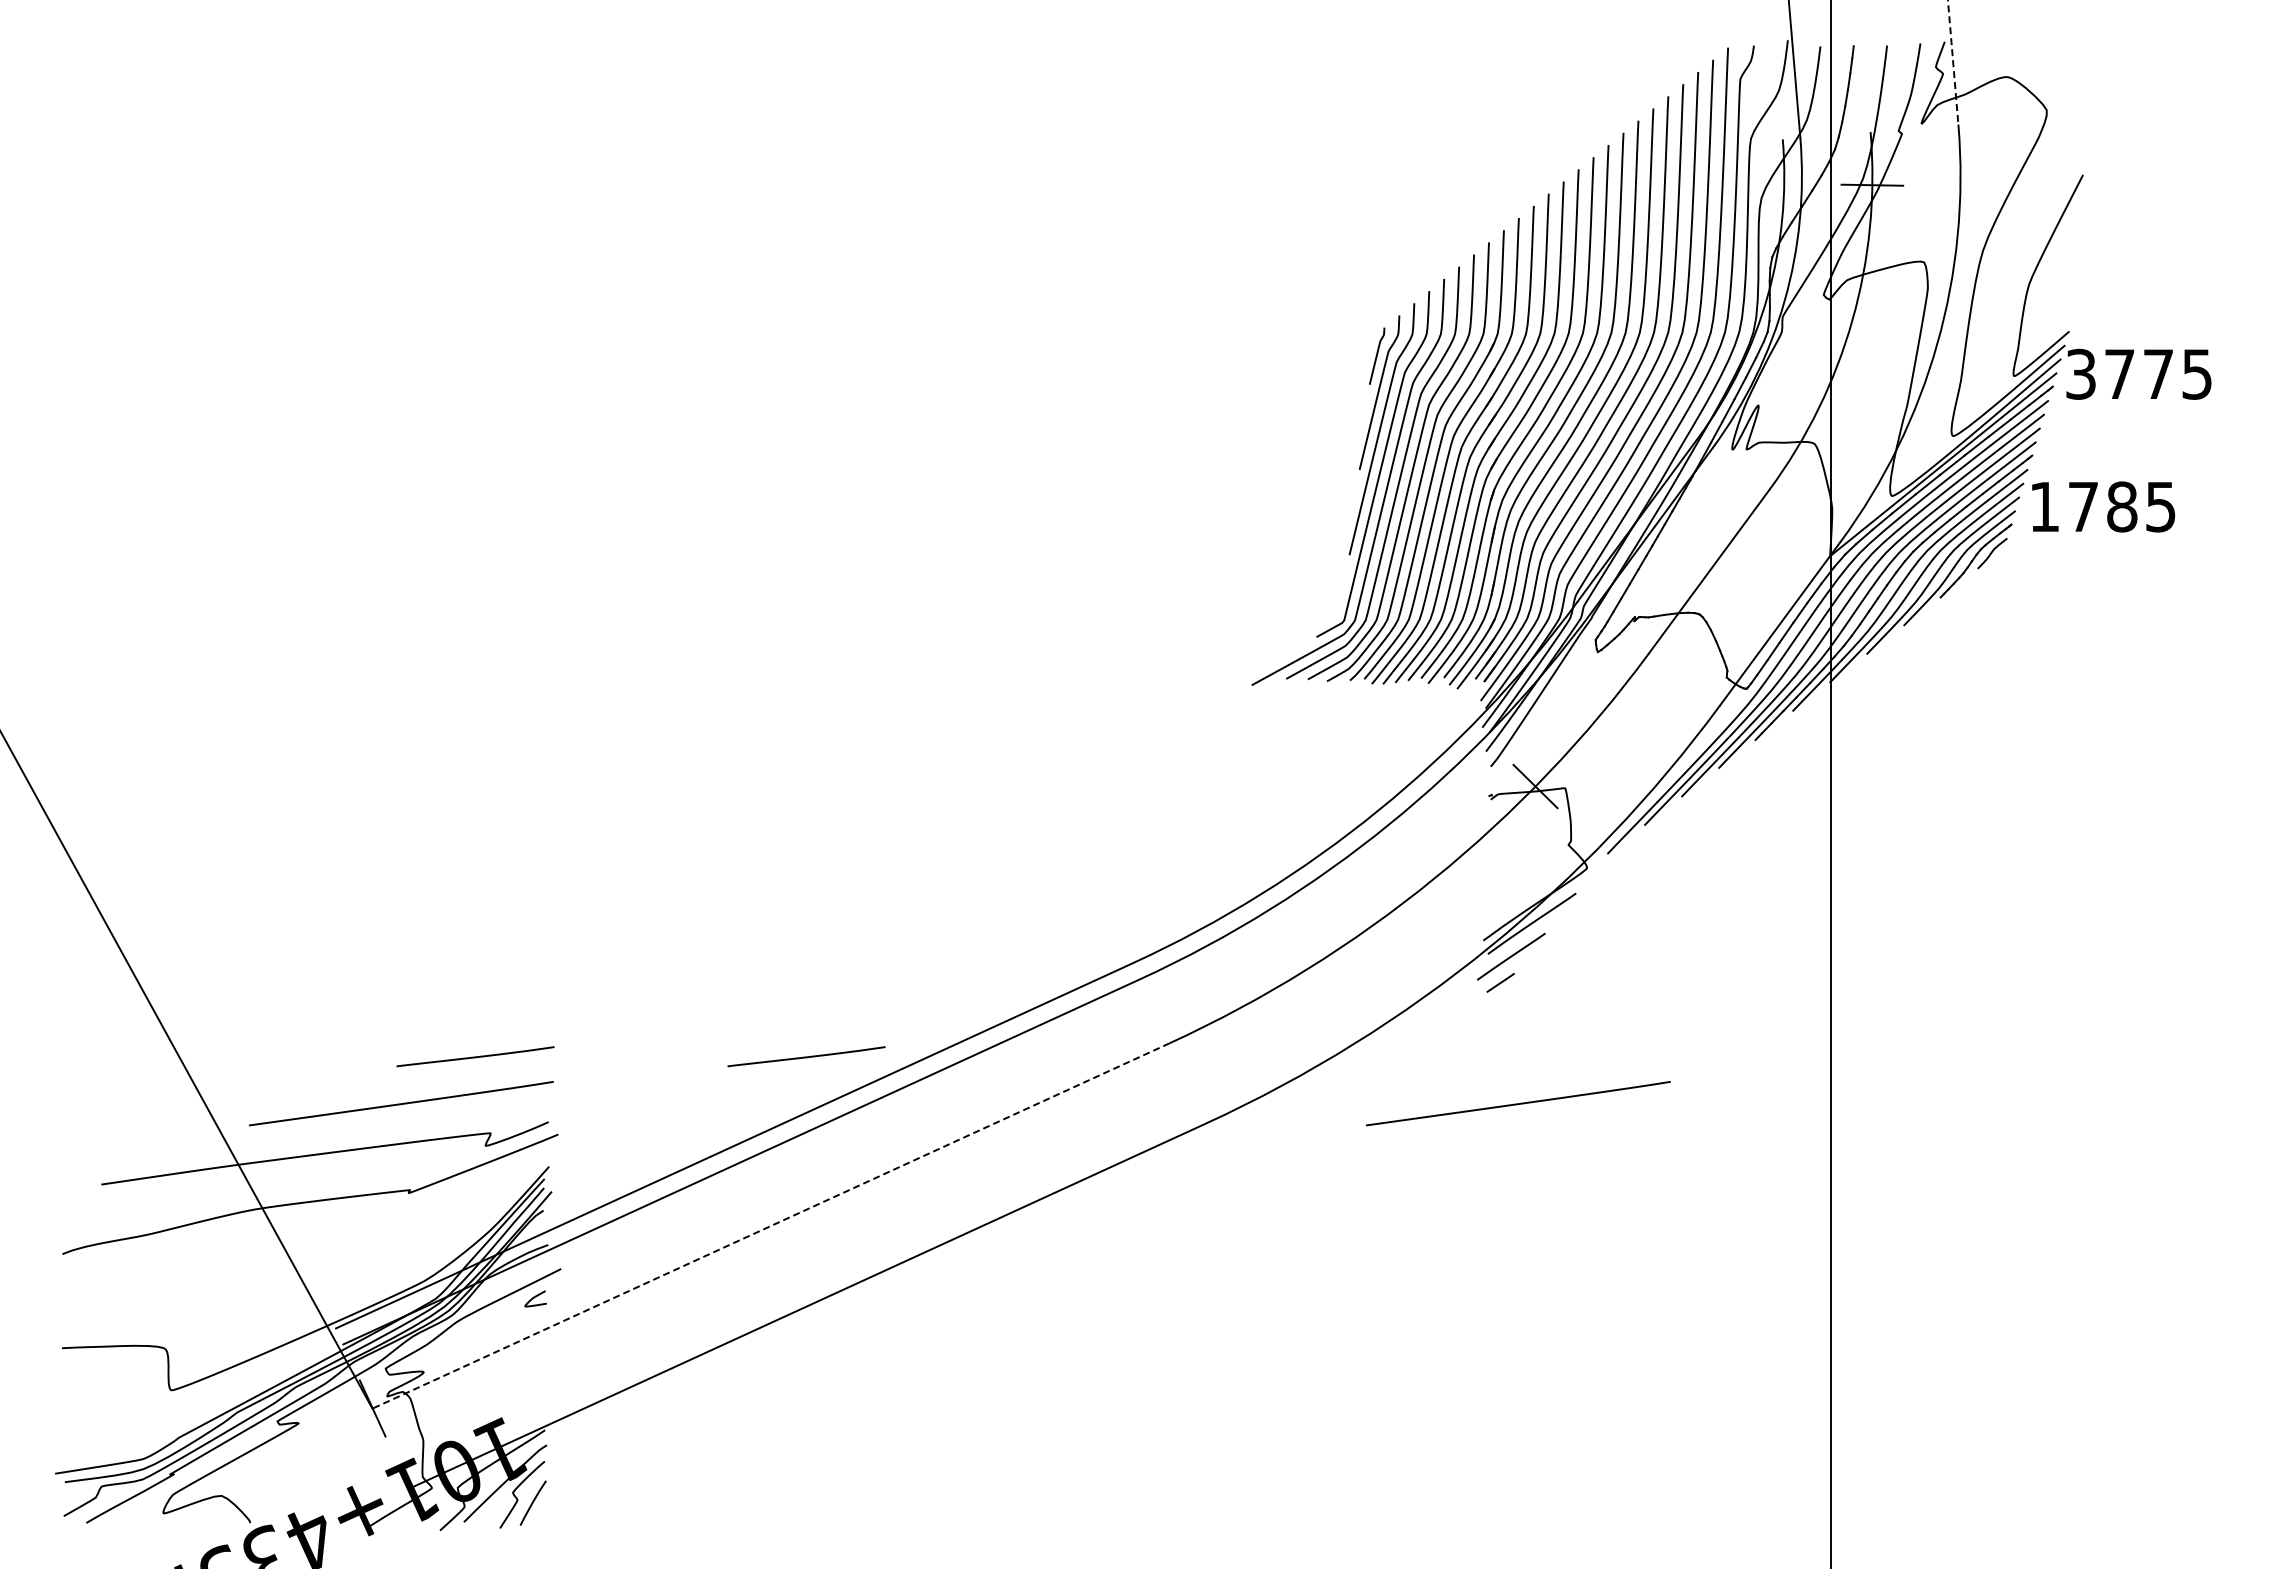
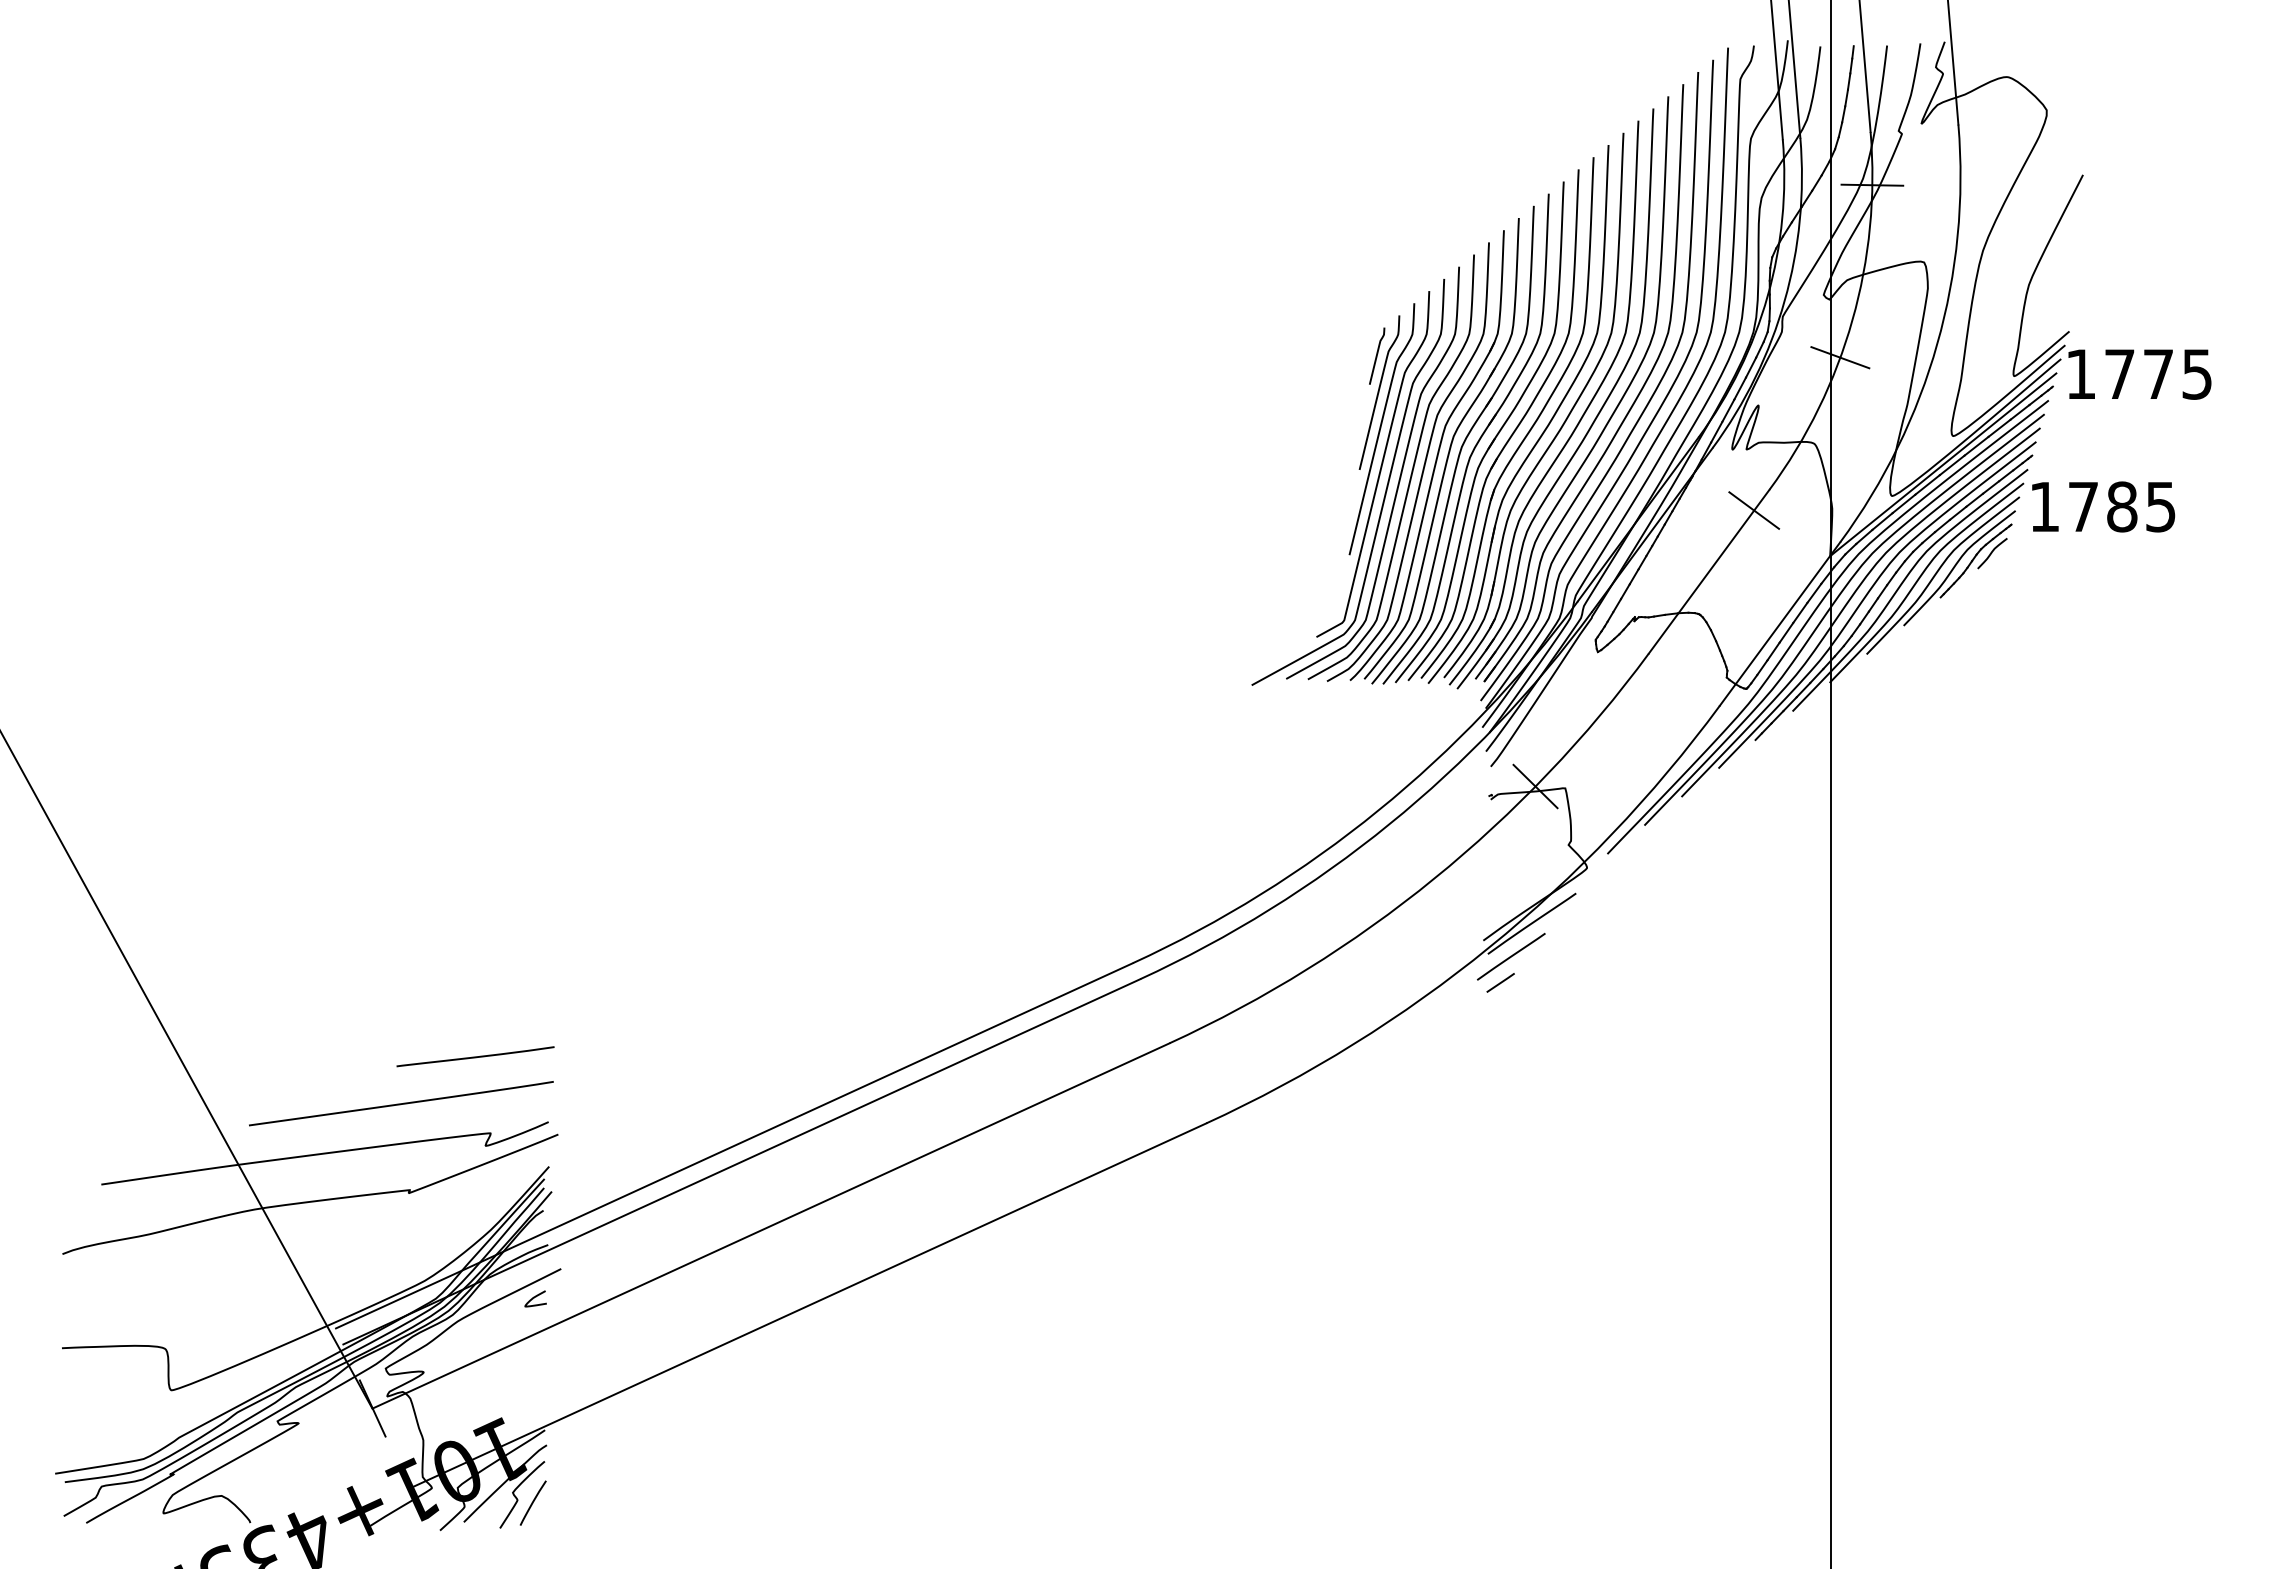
line at (1953, 62): dashed -> solid
line at (1864, 66): none -> present
line at (1776, 70): none -> present
line at (1840, 357): none -> present
text at (2080, 373): 3775 -> 1775
line at (1754, 510): none -> present
line at (806, 1056): present -> none
line at (1518, 1103): present -> none
line at (770, 1226): dashed -> solid
